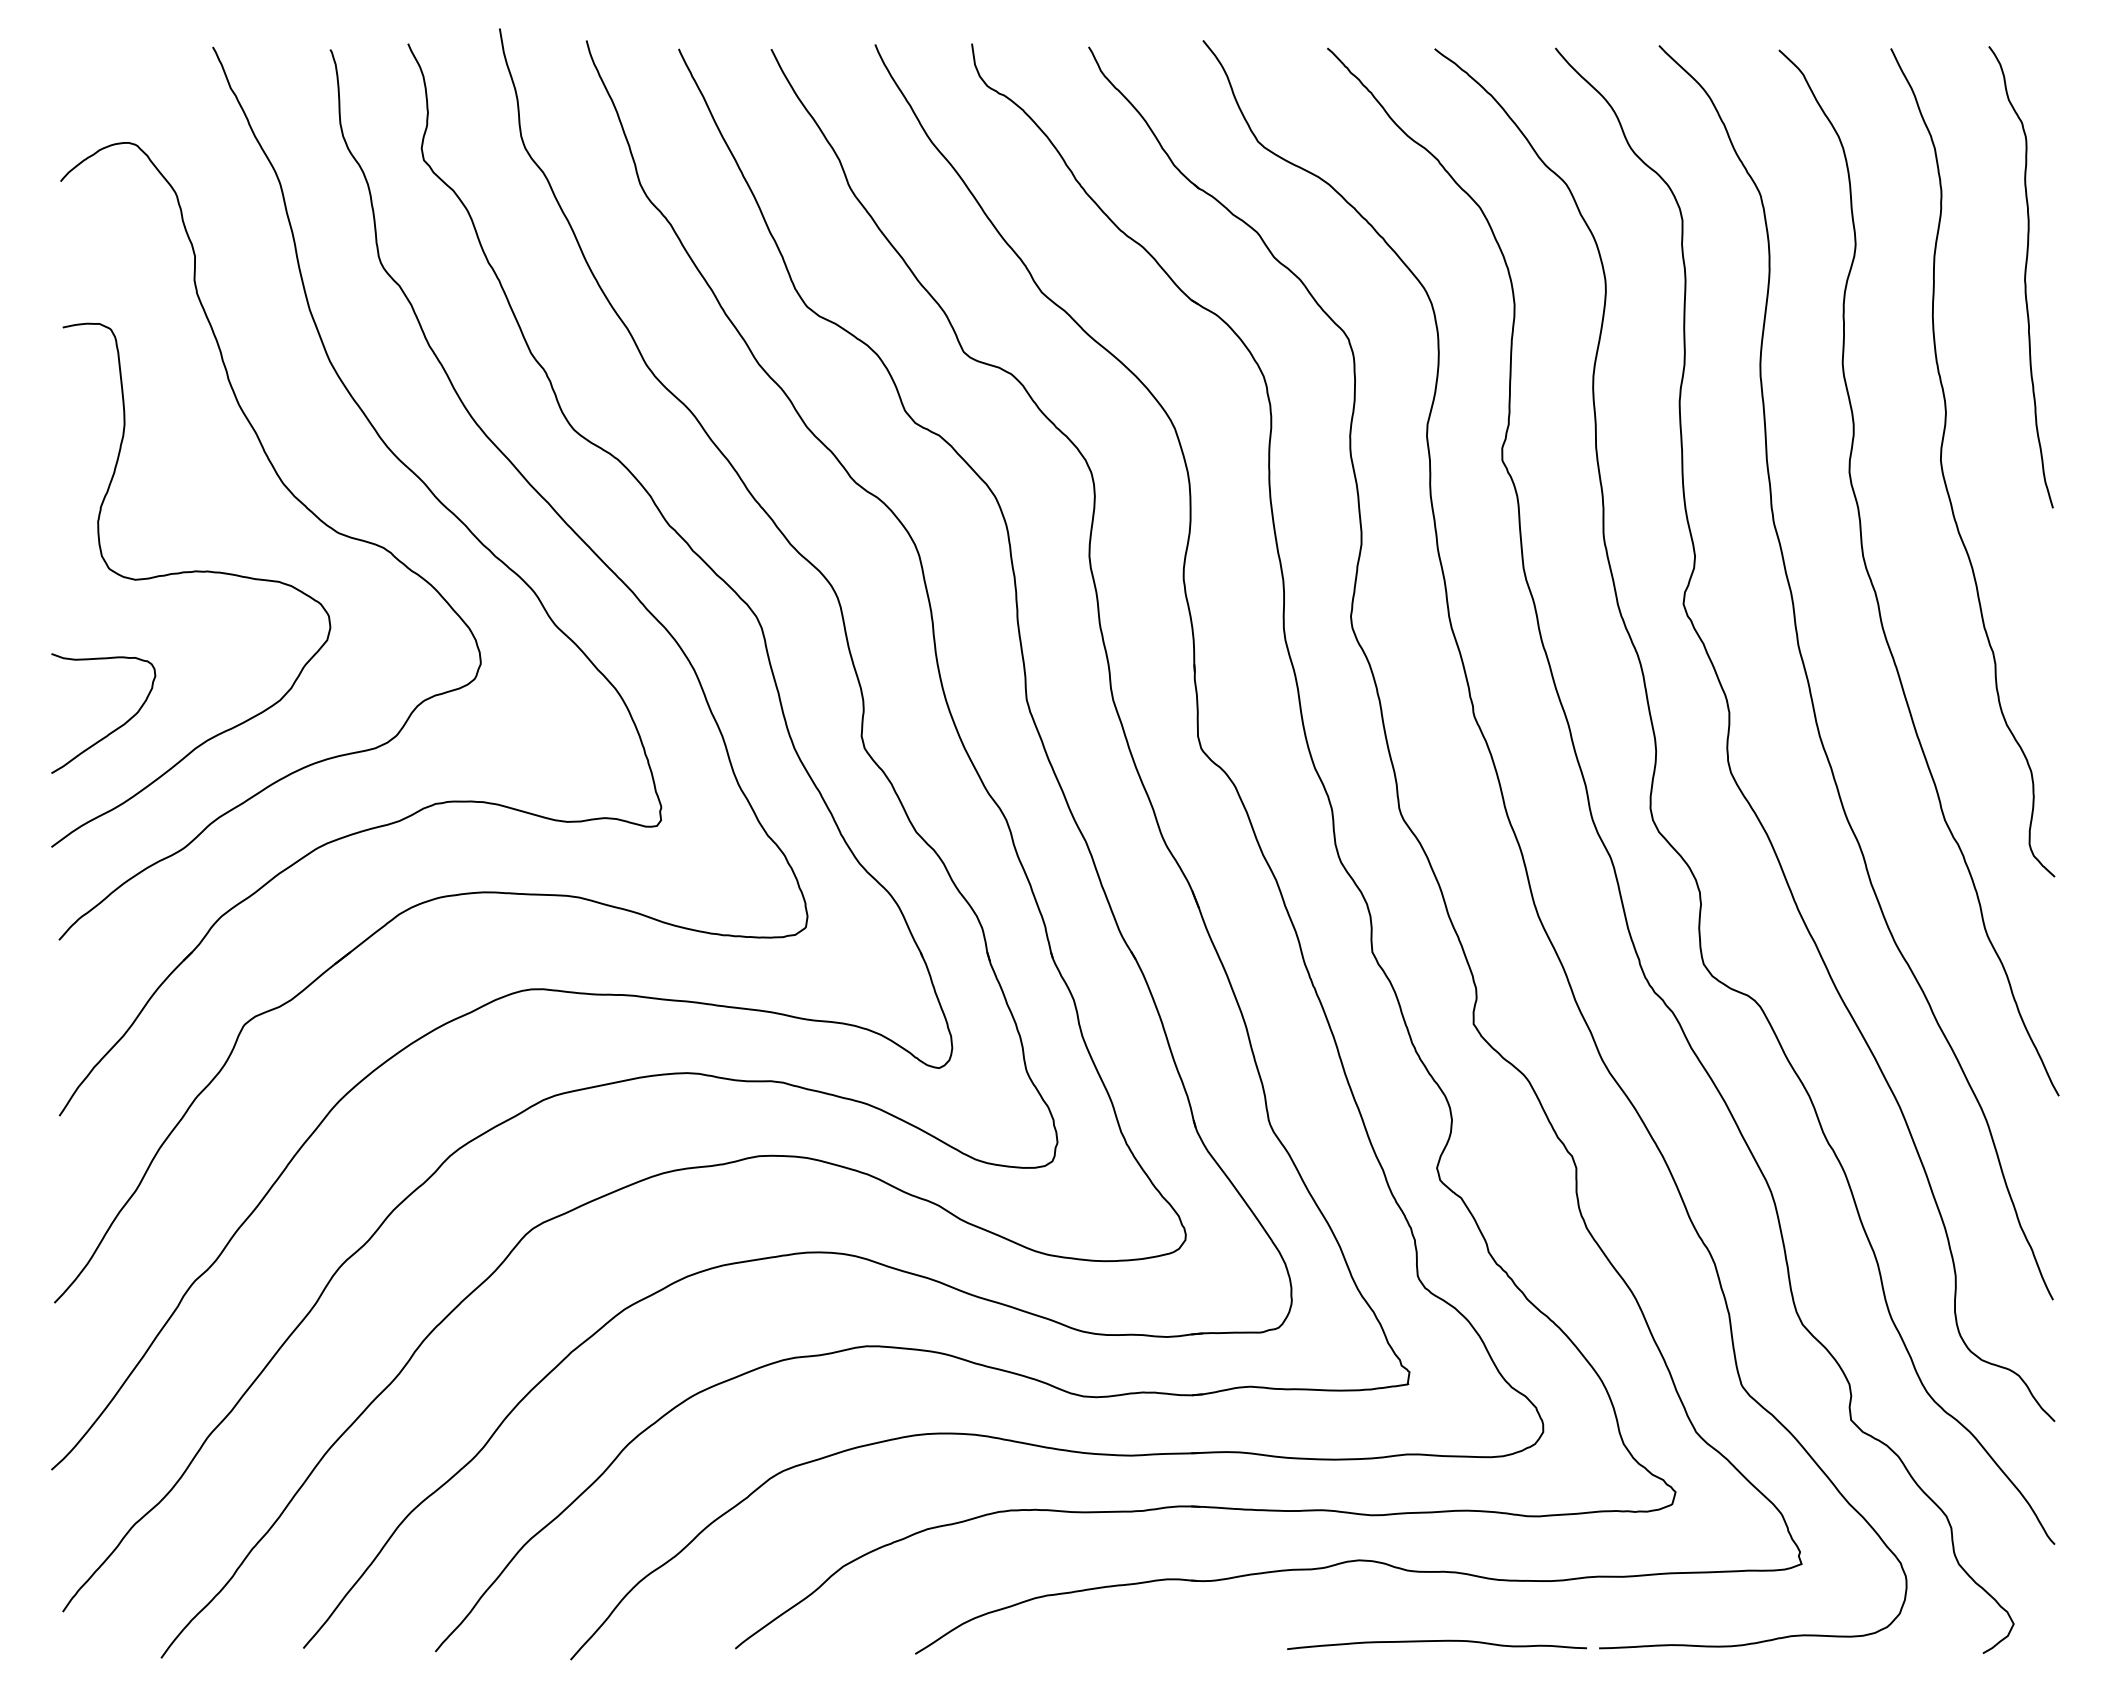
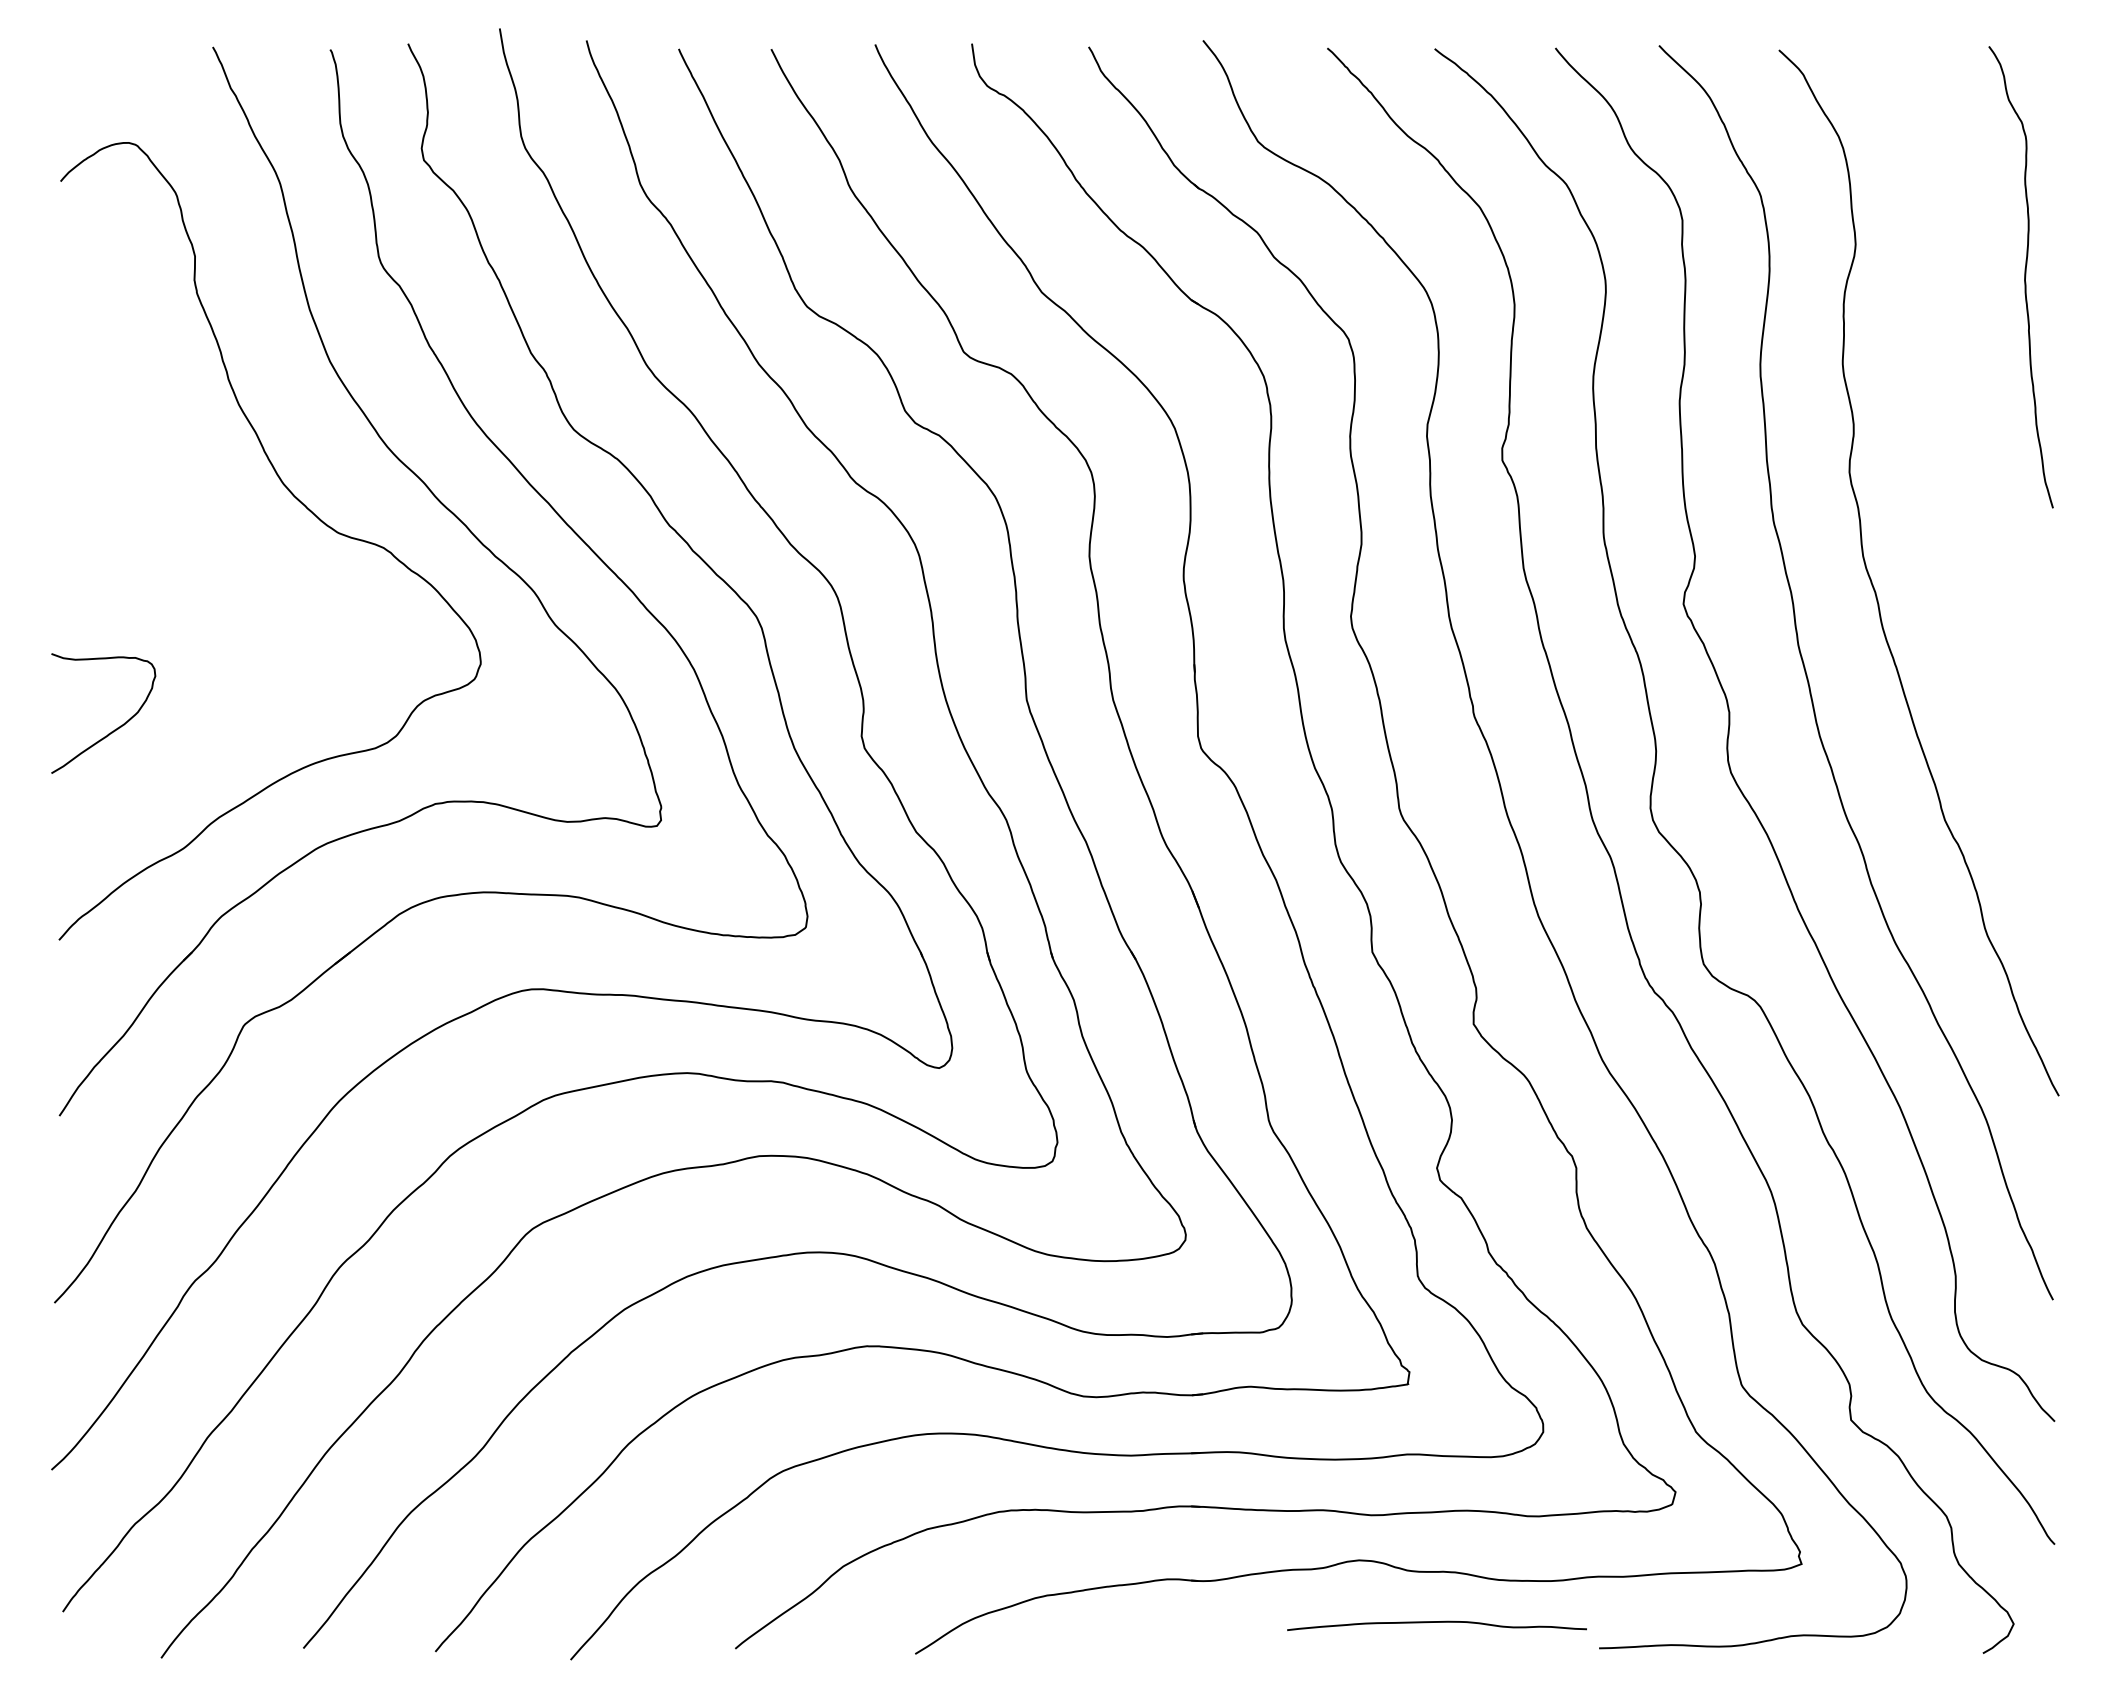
curve at (1943, 469): present -> none
curve at (187, 573): present -> none
curve at (1436, 1641) position: (1436, 1641) -> (1436, 1622)
